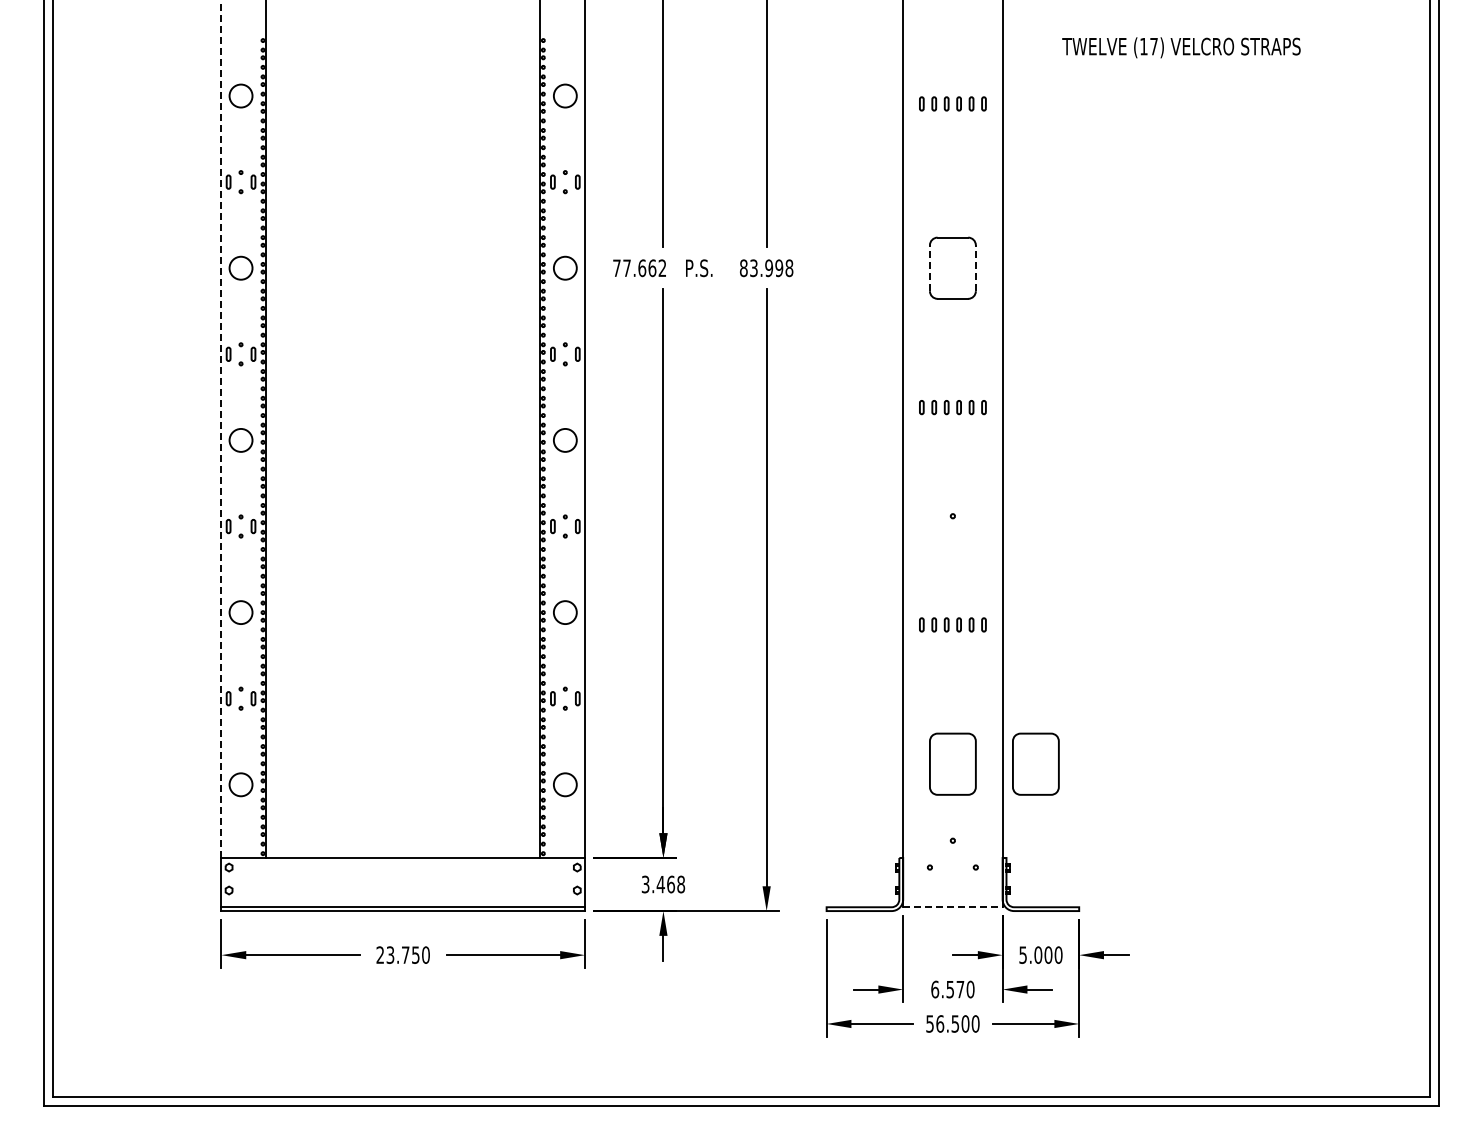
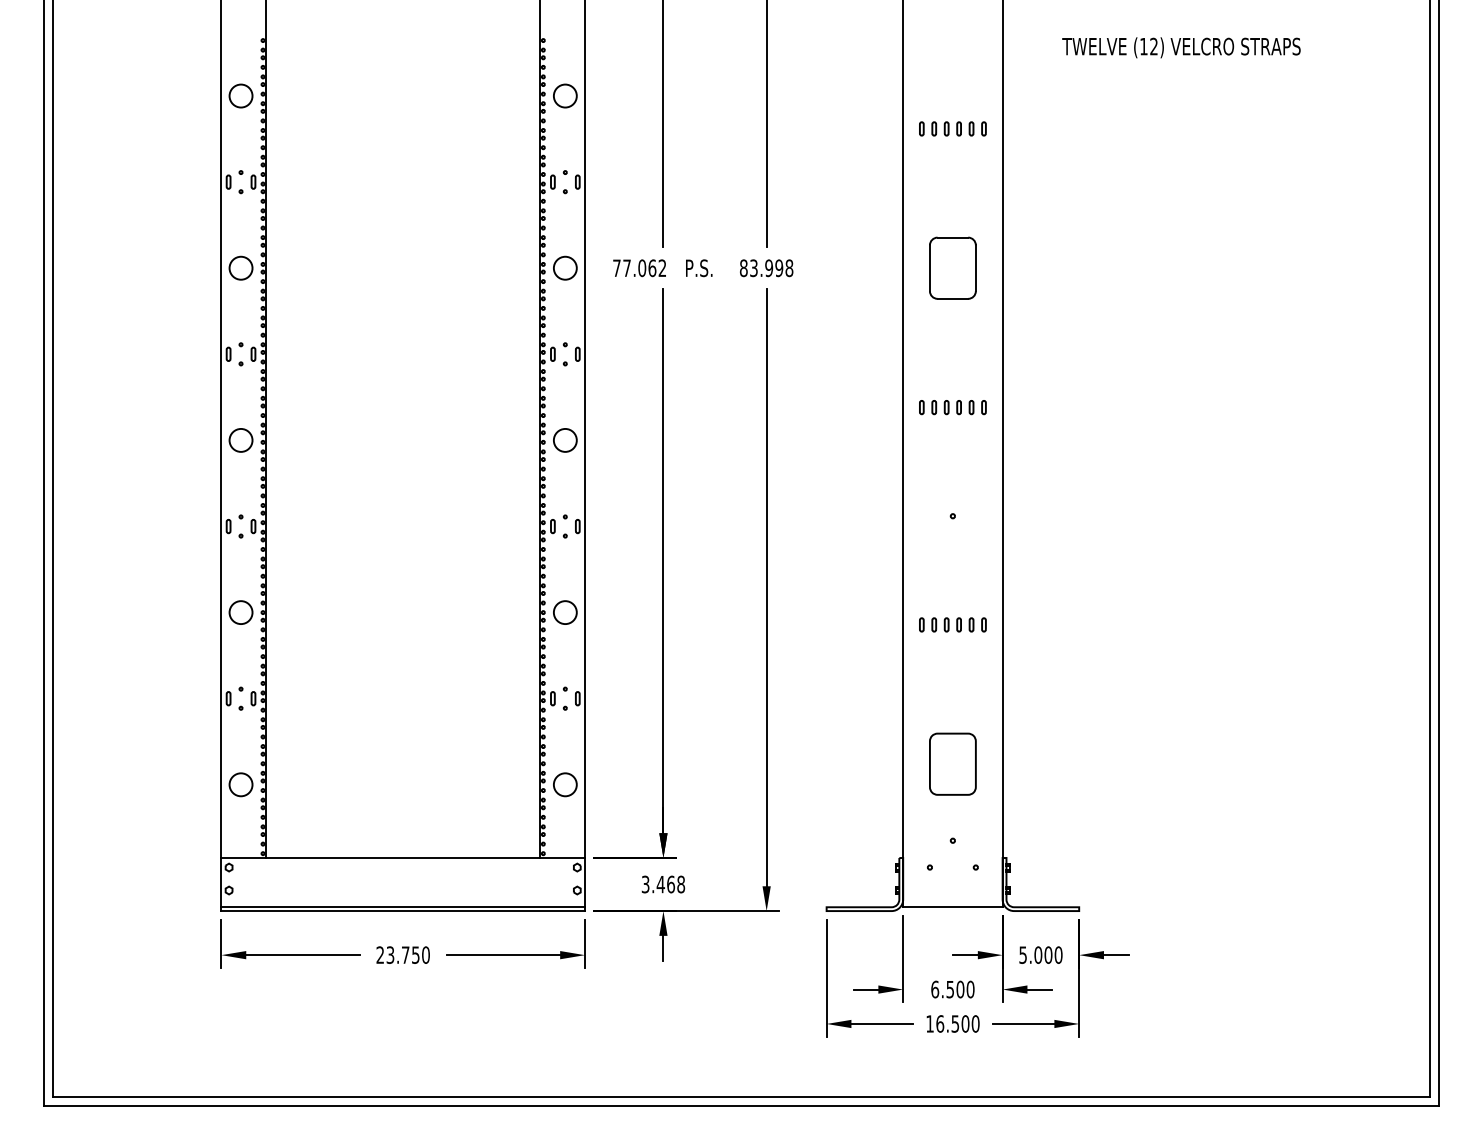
text at (1153, 46): (17) -> (12)
part at (952, 103) position: (952, 103) -> (952, 128)
text at (642, 267): 77.662 -> 77.062
line at (929, 268): dashed -> solid
line at (975, 268): dashed -> solid
line at (221, 429): dashed -> solid
part at (1035, 763): present -> none
line at (952, 907): dashed -> solid
text at (960, 989): 6.570 -> 6.500
text at (929, 1023): 56.500 -> 16.500
